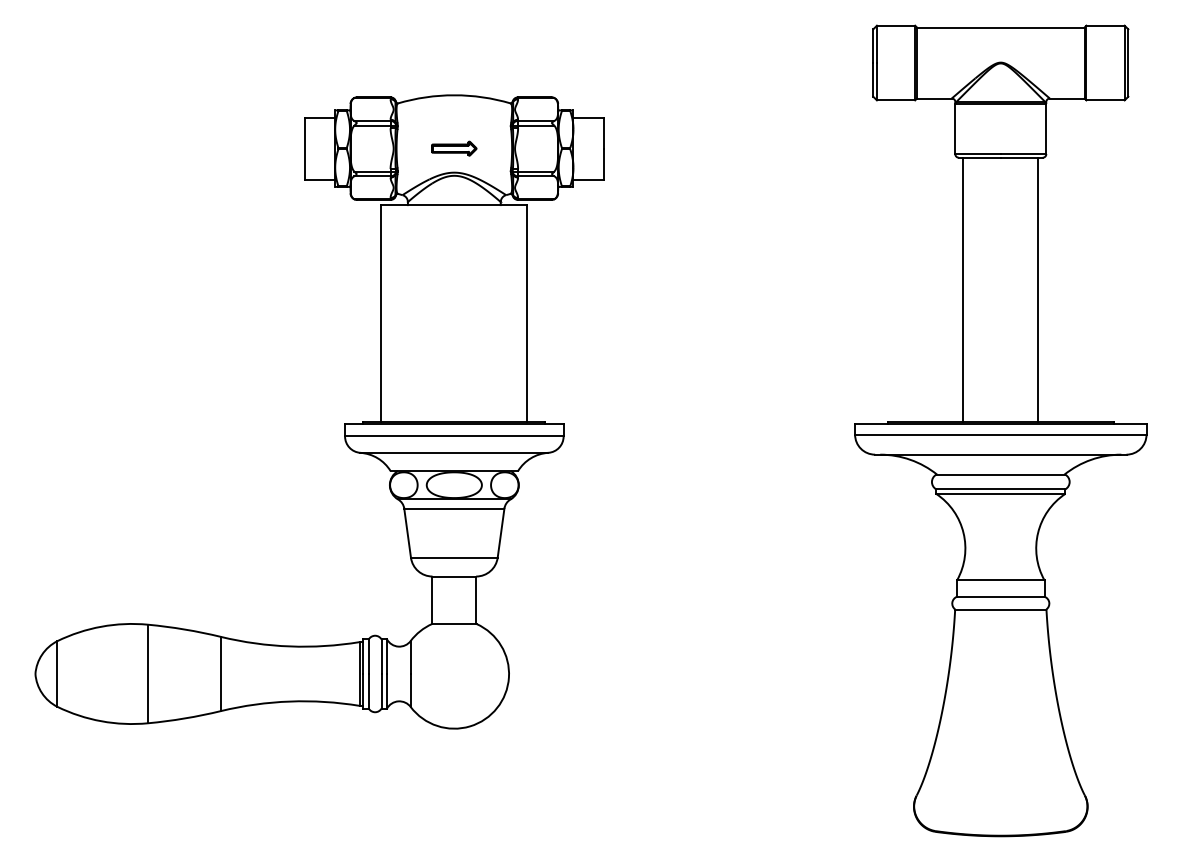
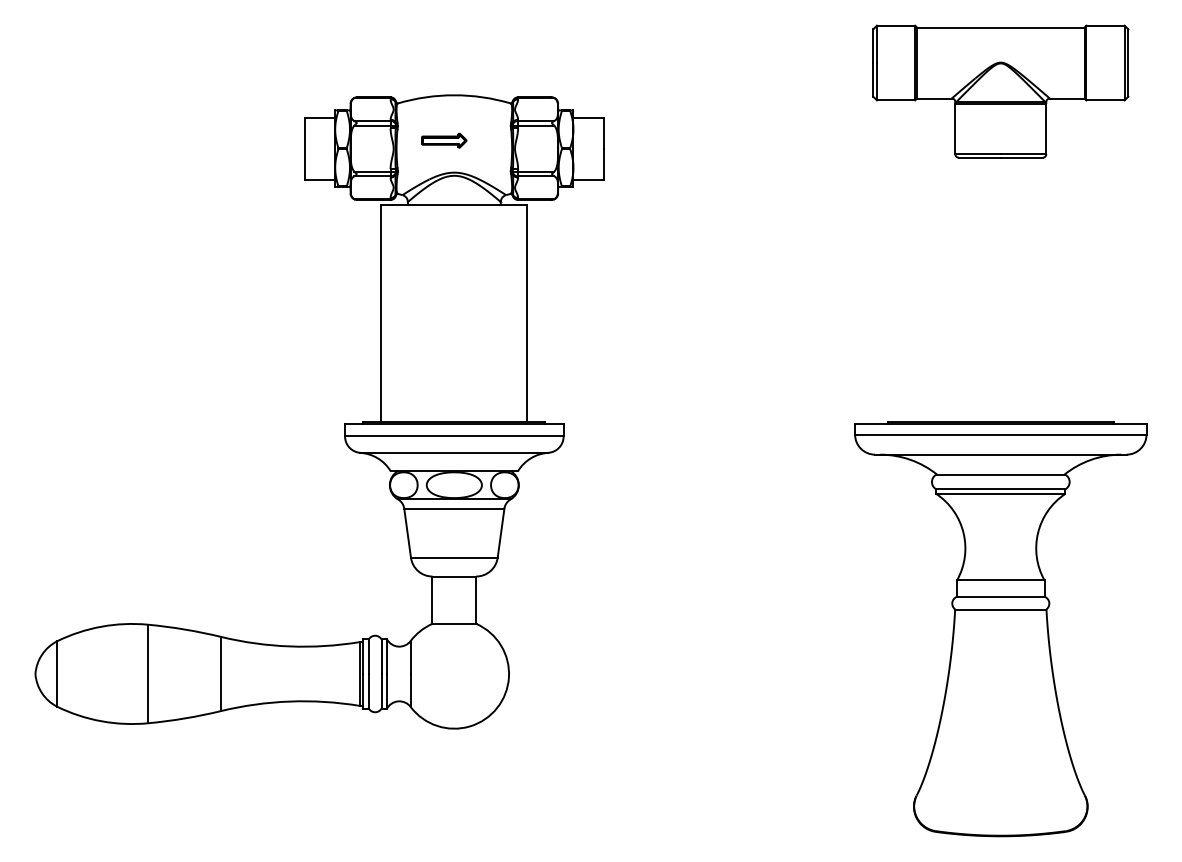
part at (454, 148) position: (454, 148) -> (444, 140)
line at (963, 289): present -> none
line at (1038, 289): present -> none
